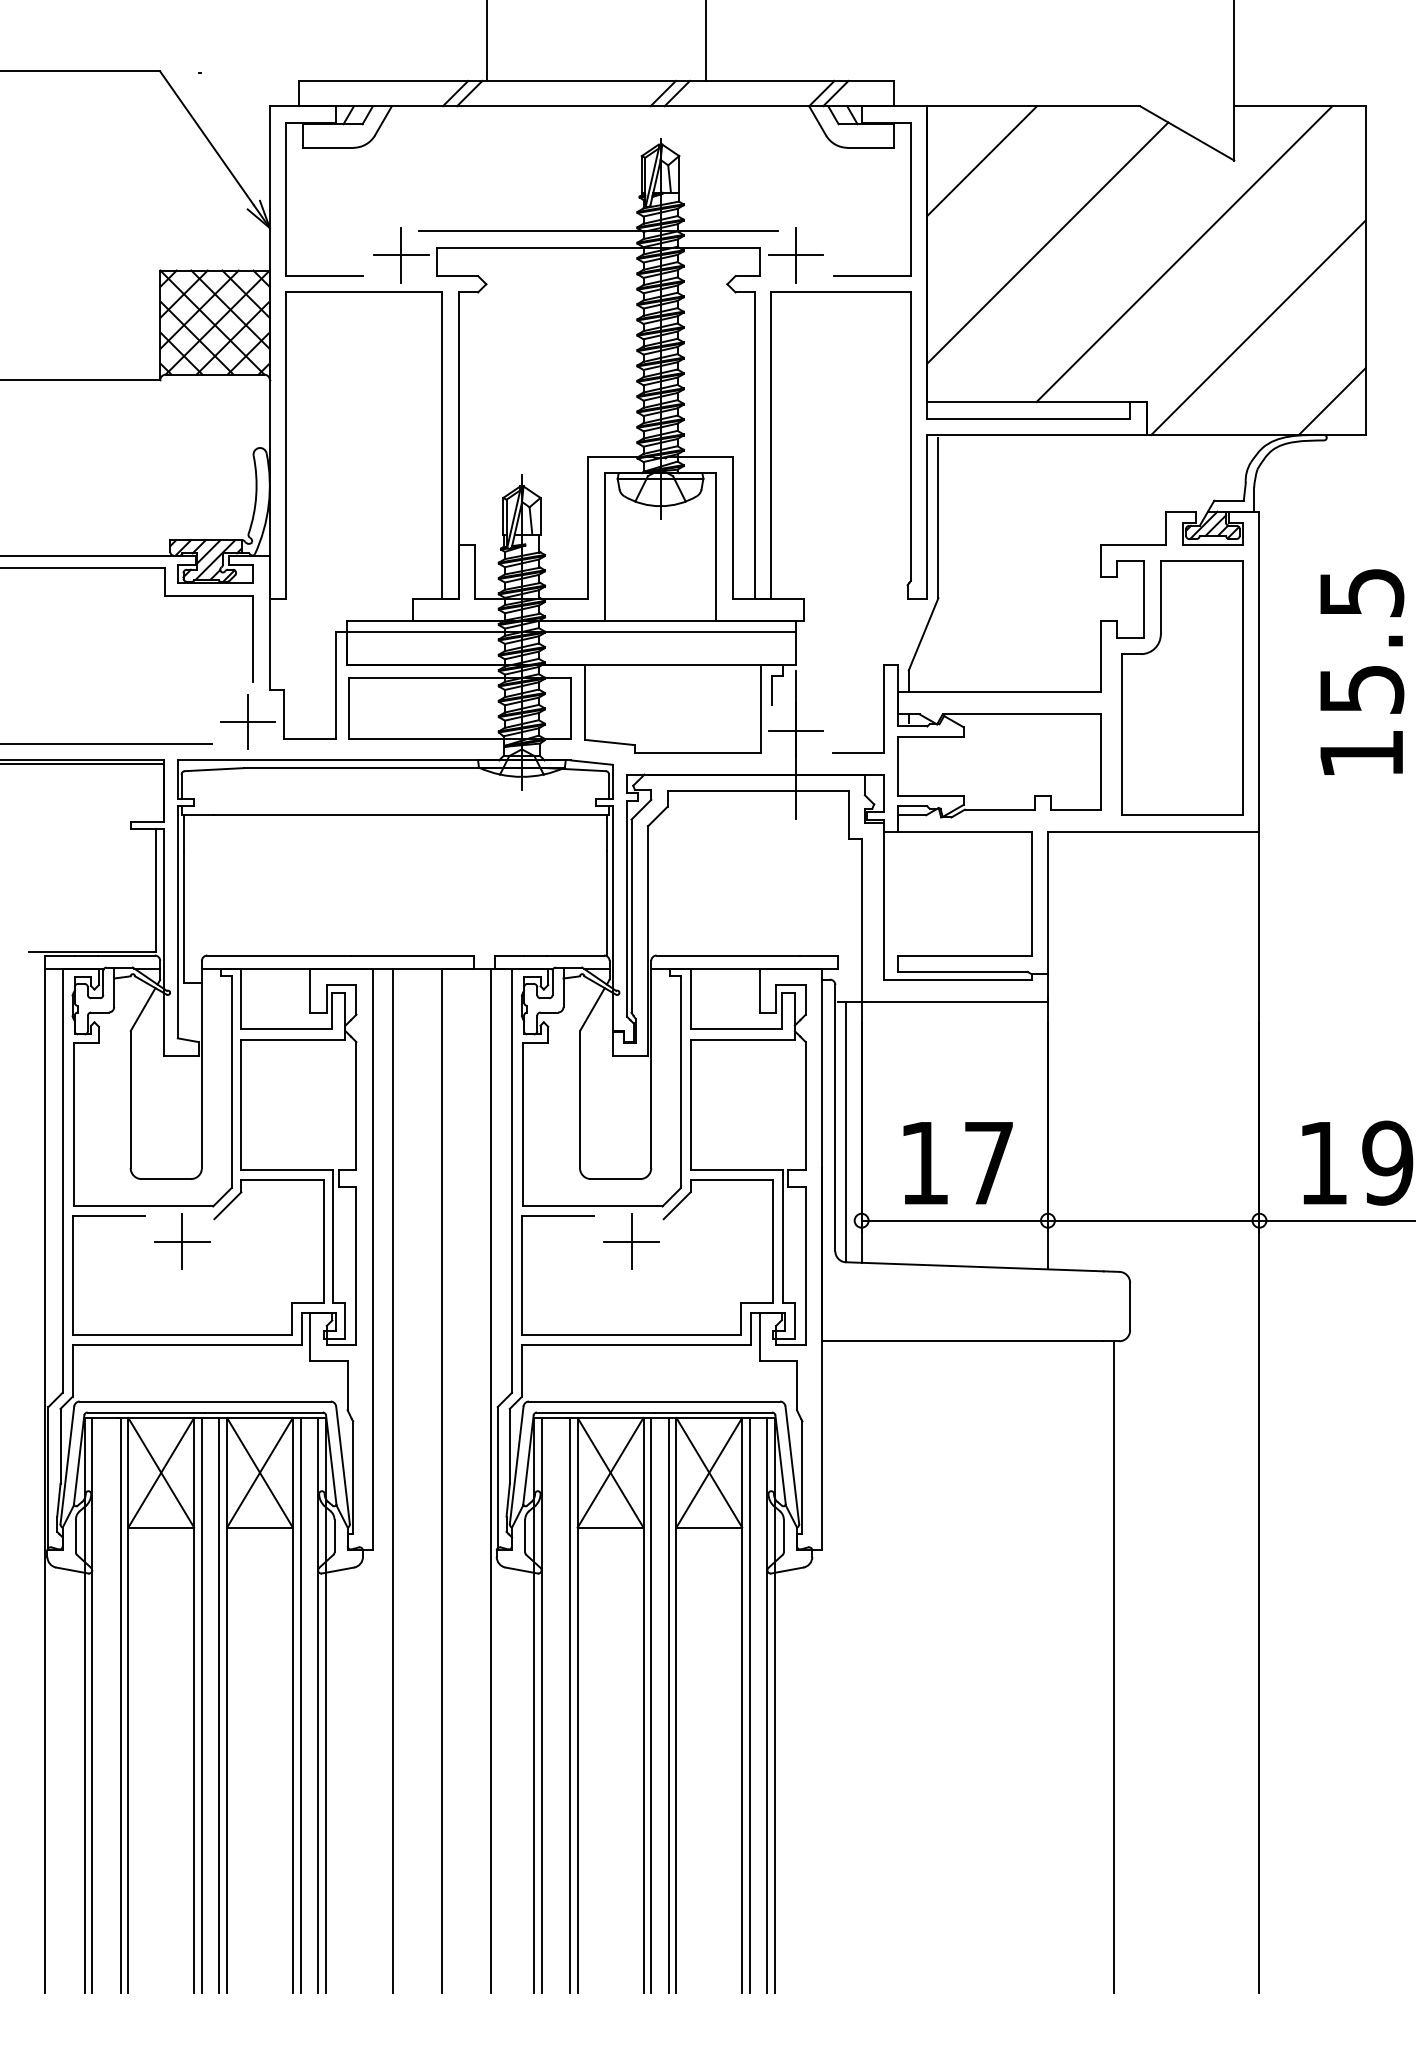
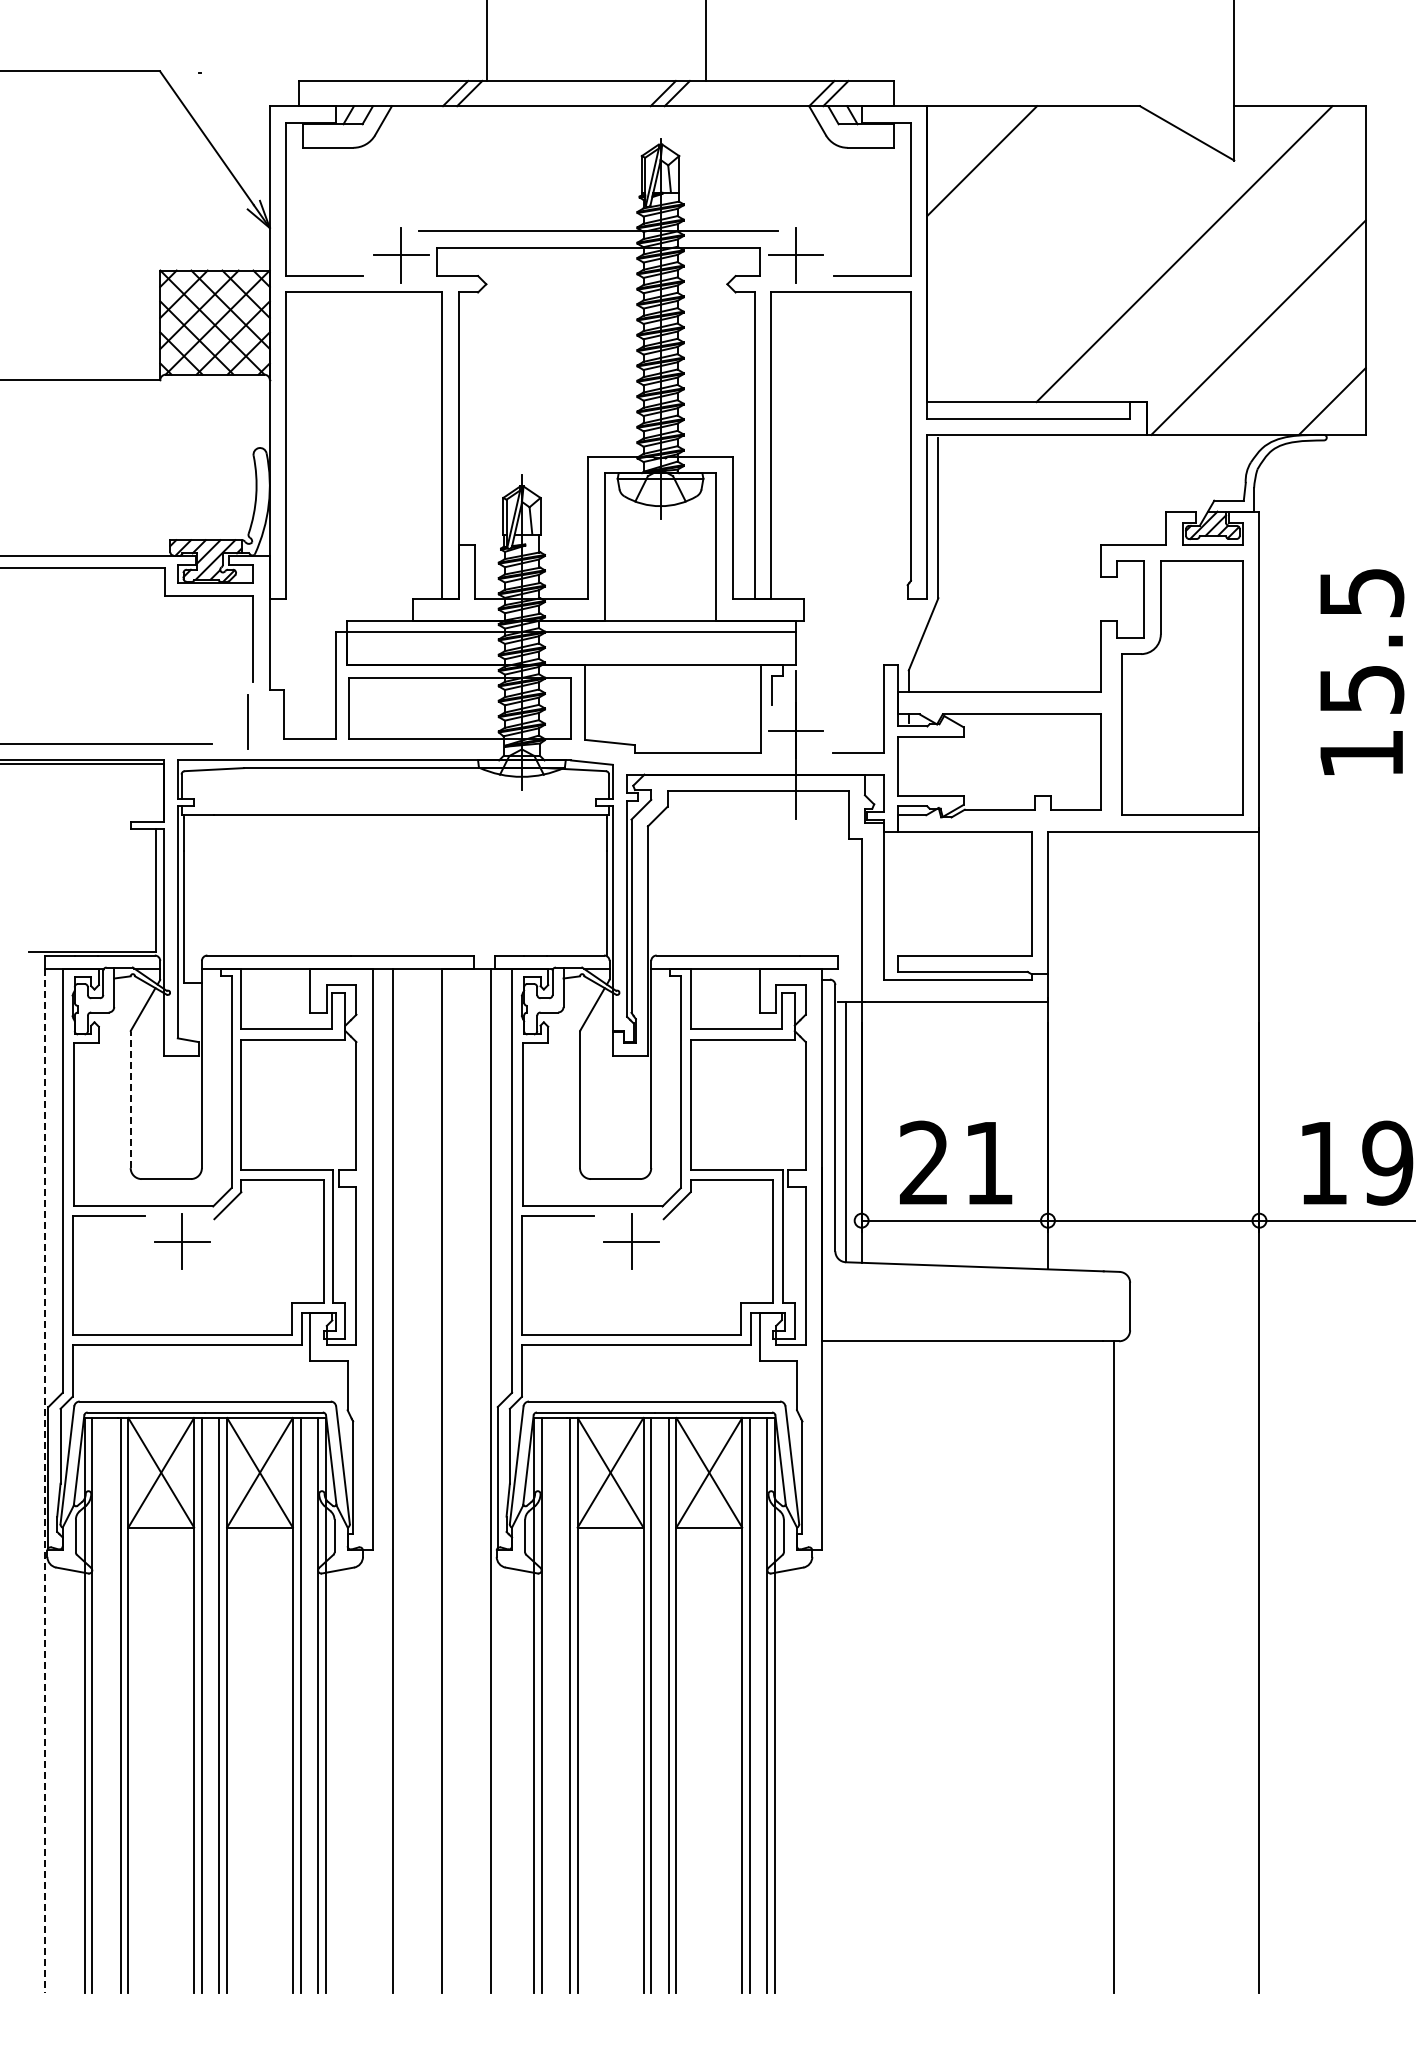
line at (1047, 242): present -> none
line at (247, 722): present -> none
line at (130, 1099): solid -> dashed
text at (955, 1162): 17 -> 21
line at (45, 1481): solid -> dashed
